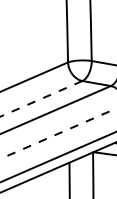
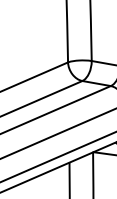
line at (41, 98): dashed -> solid
line at (58, 133): dashed -> solid
